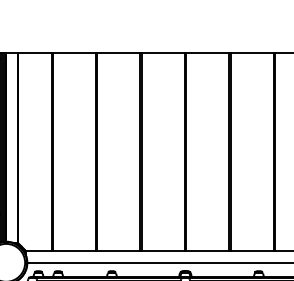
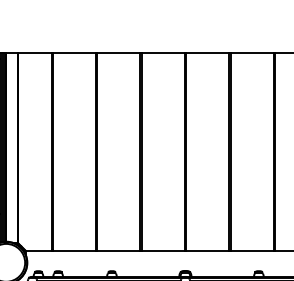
line at (158, 262): present -> none
